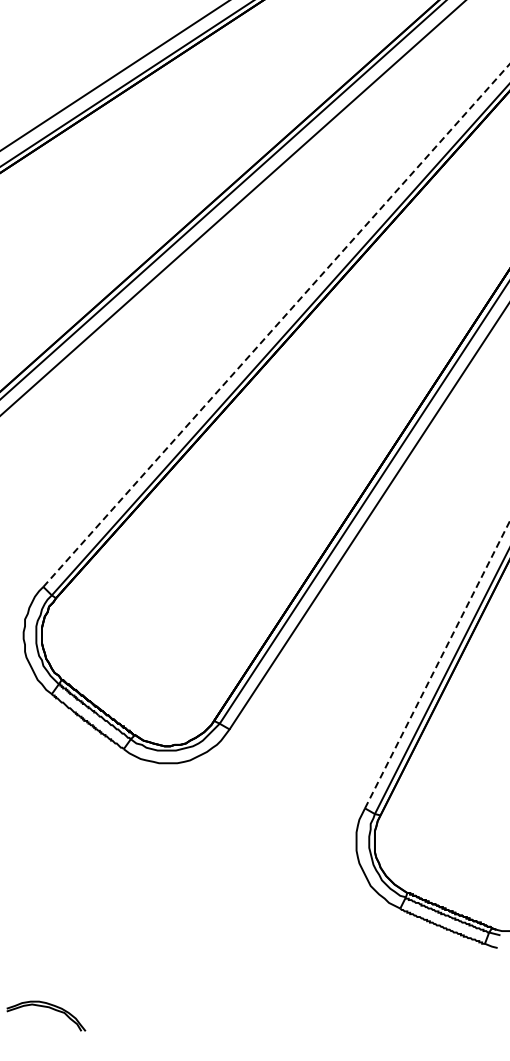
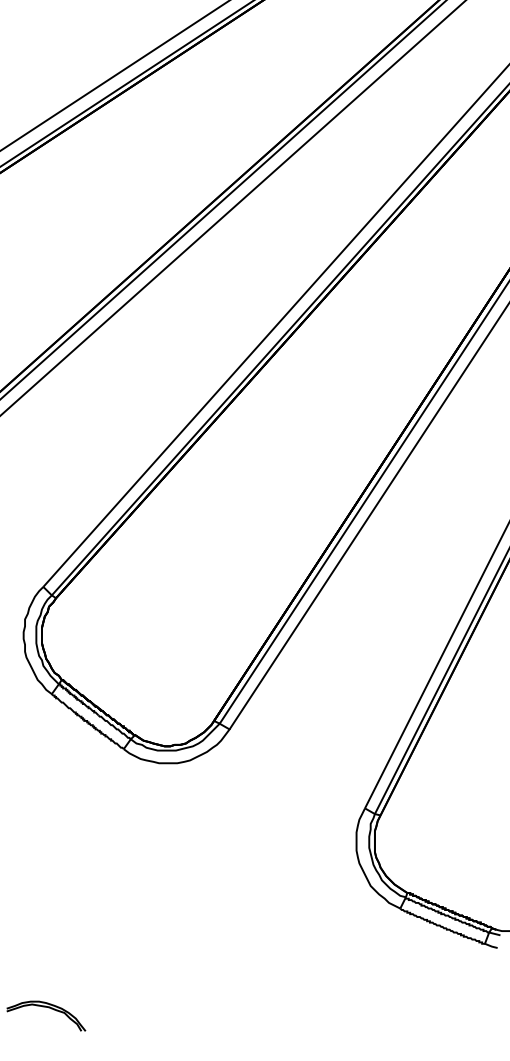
line at (276, 325): dashed -> solid
line at (437, 664): dashed -> solid
